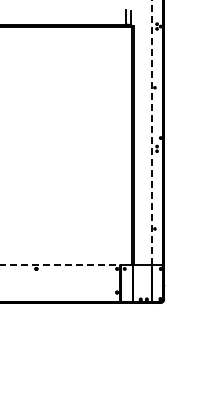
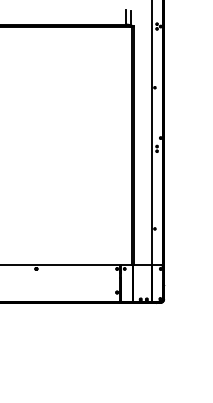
line at (151, 132): dashed -> solid
line at (60, 265): dashed -> solid
